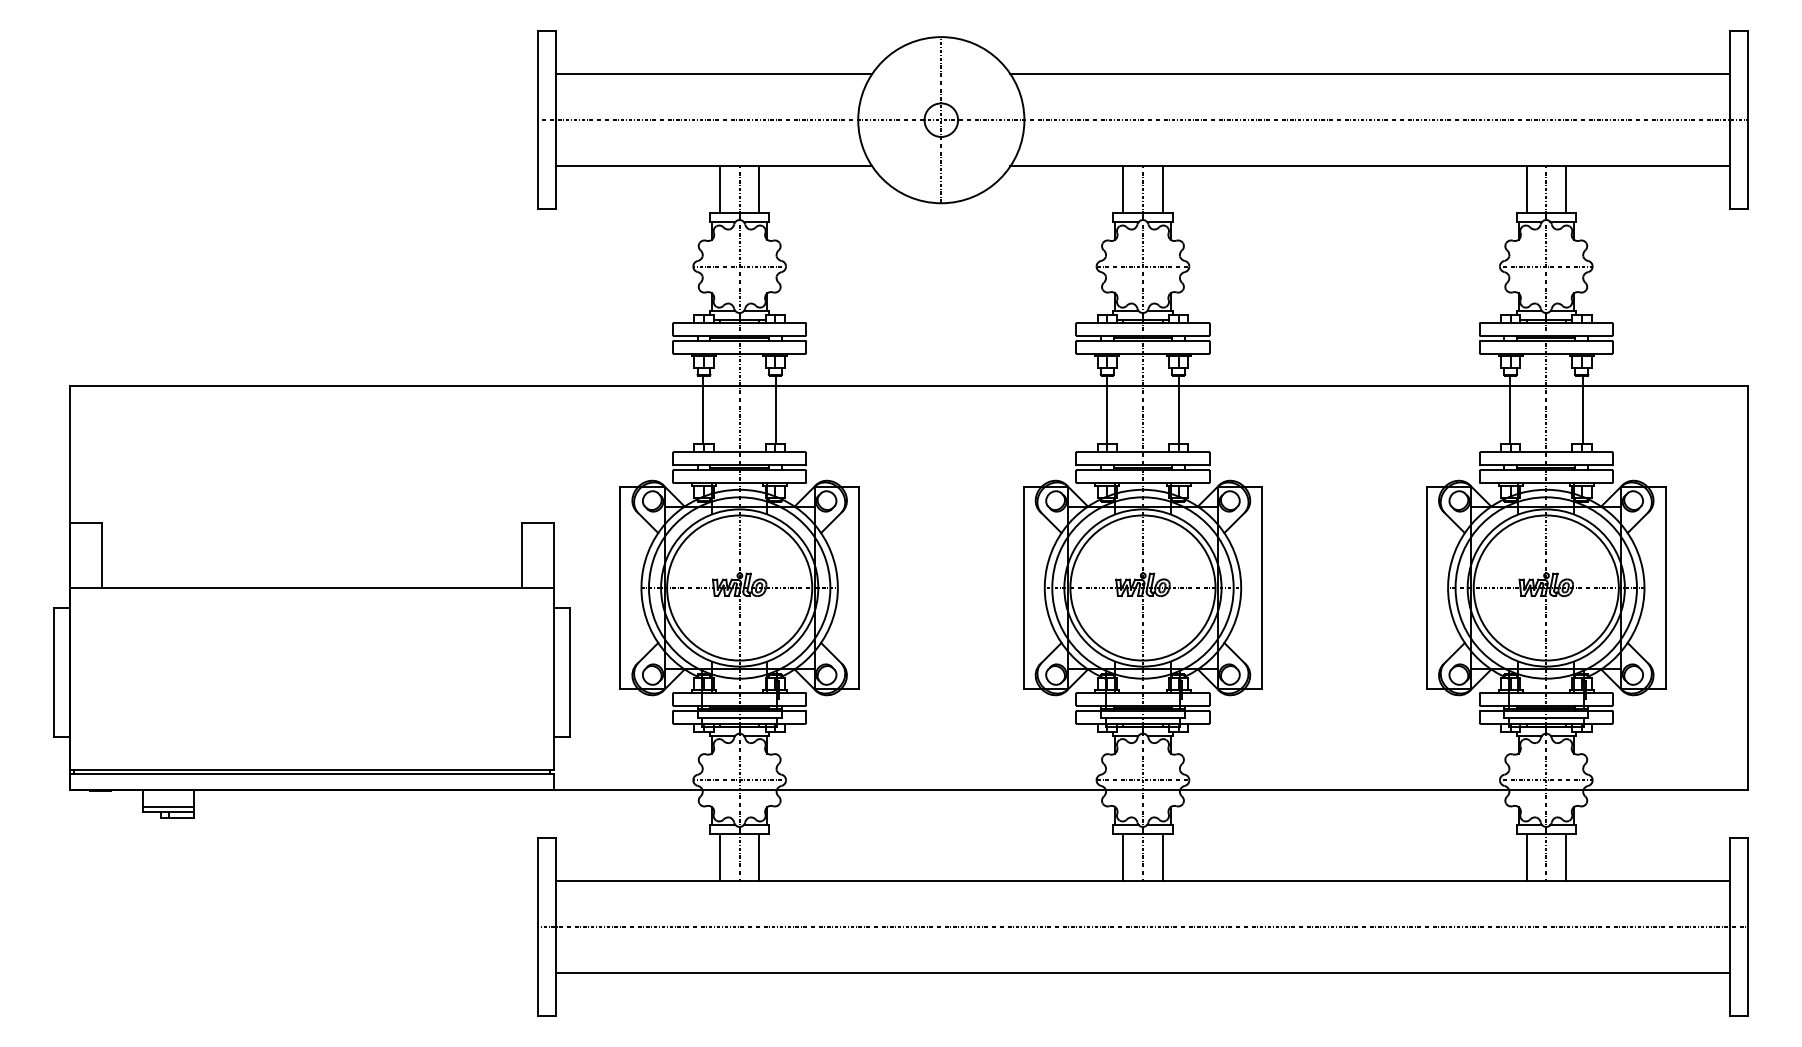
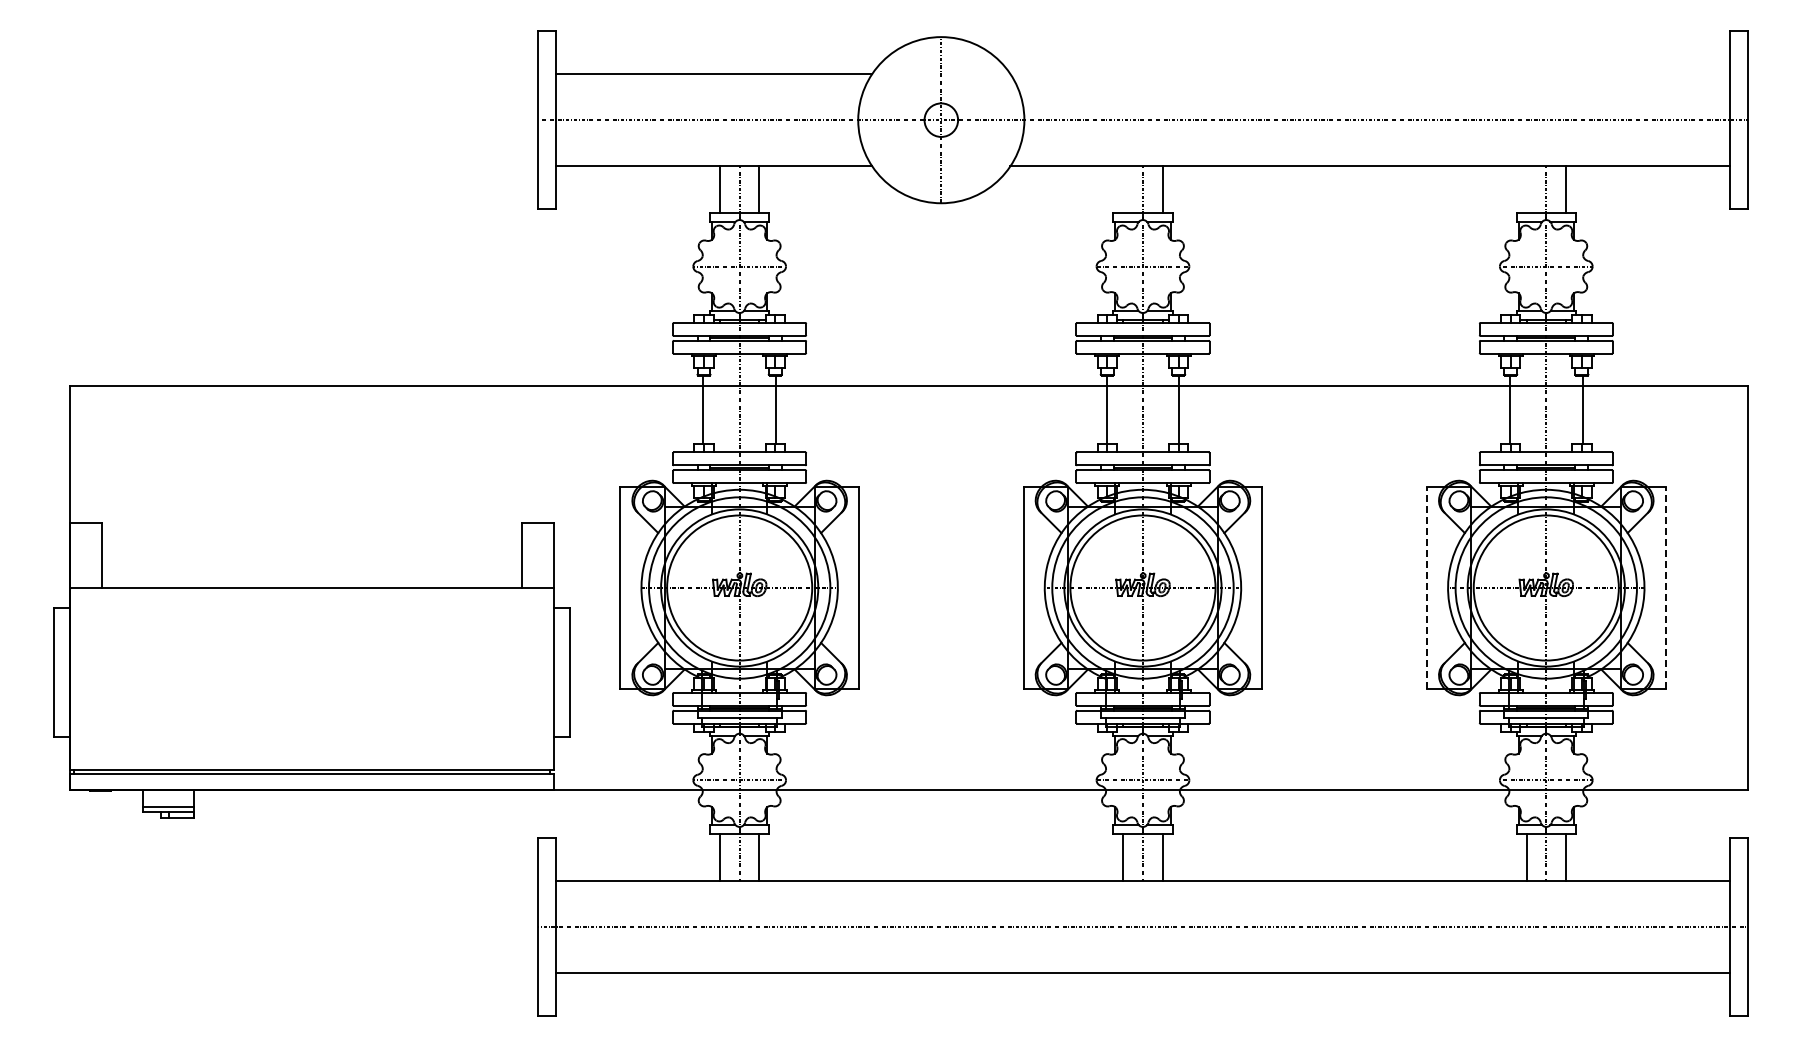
line at (1370, 74): present -> none
line at (1123, 189): present -> none
line at (1526, 189): present -> none
line at (1426, 588): solid -> dashed
line at (1665, 588): solid -> dashed
